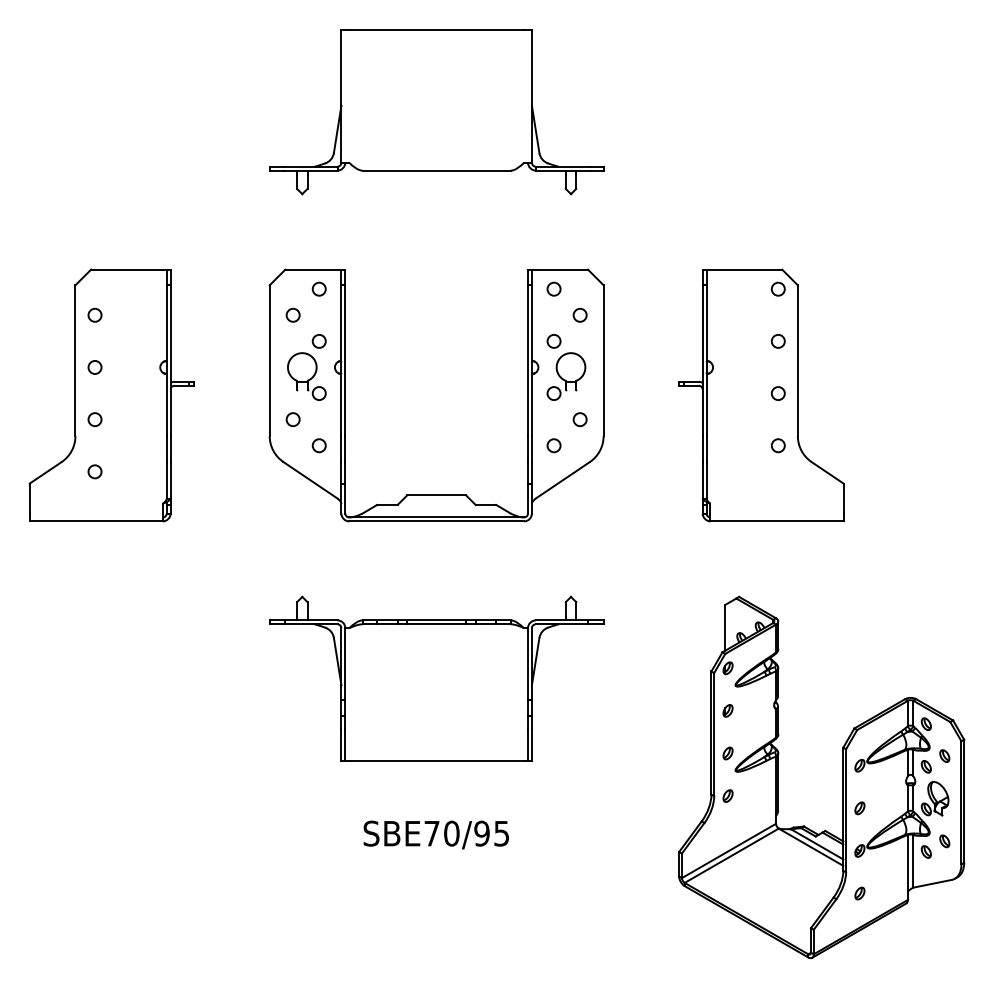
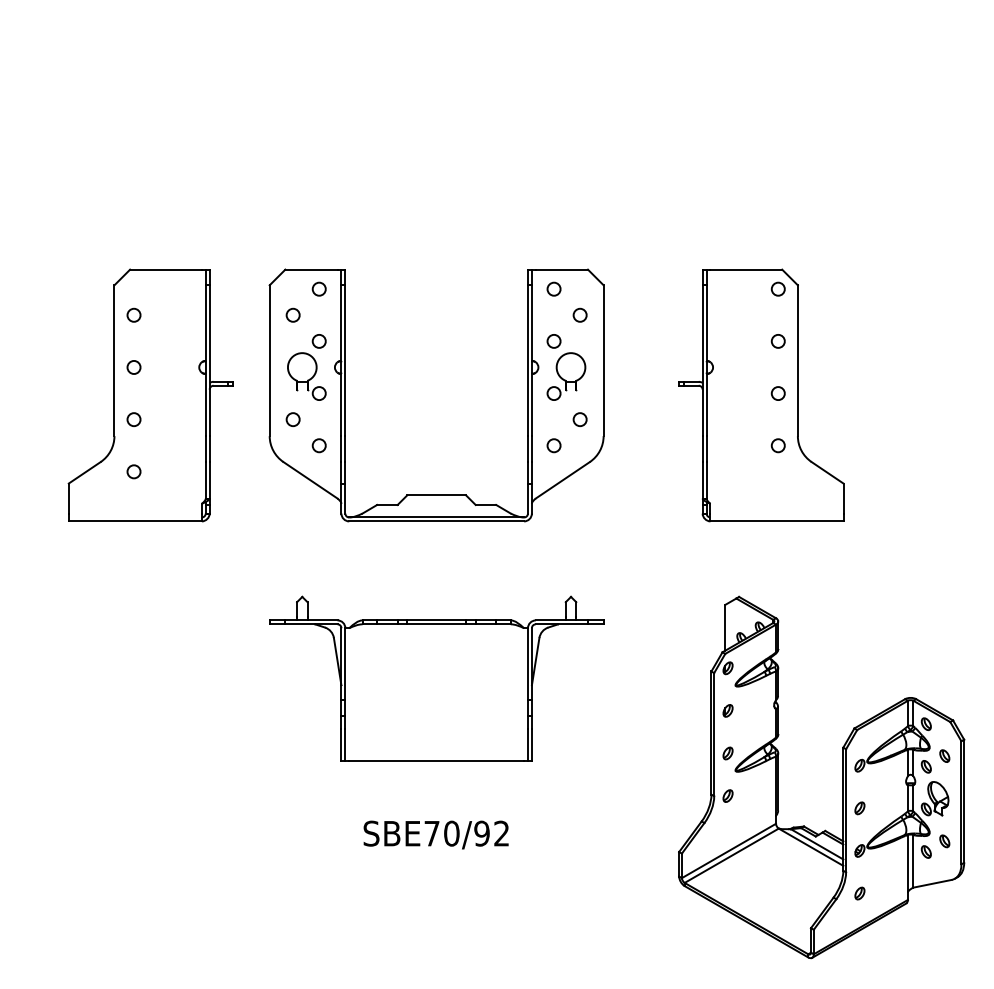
part at (436, 112): present -> none
part at (111, 395) position: (111, 395) -> (150, 395)
text at (501, 833): SBE70/95 -> SBE70/92
